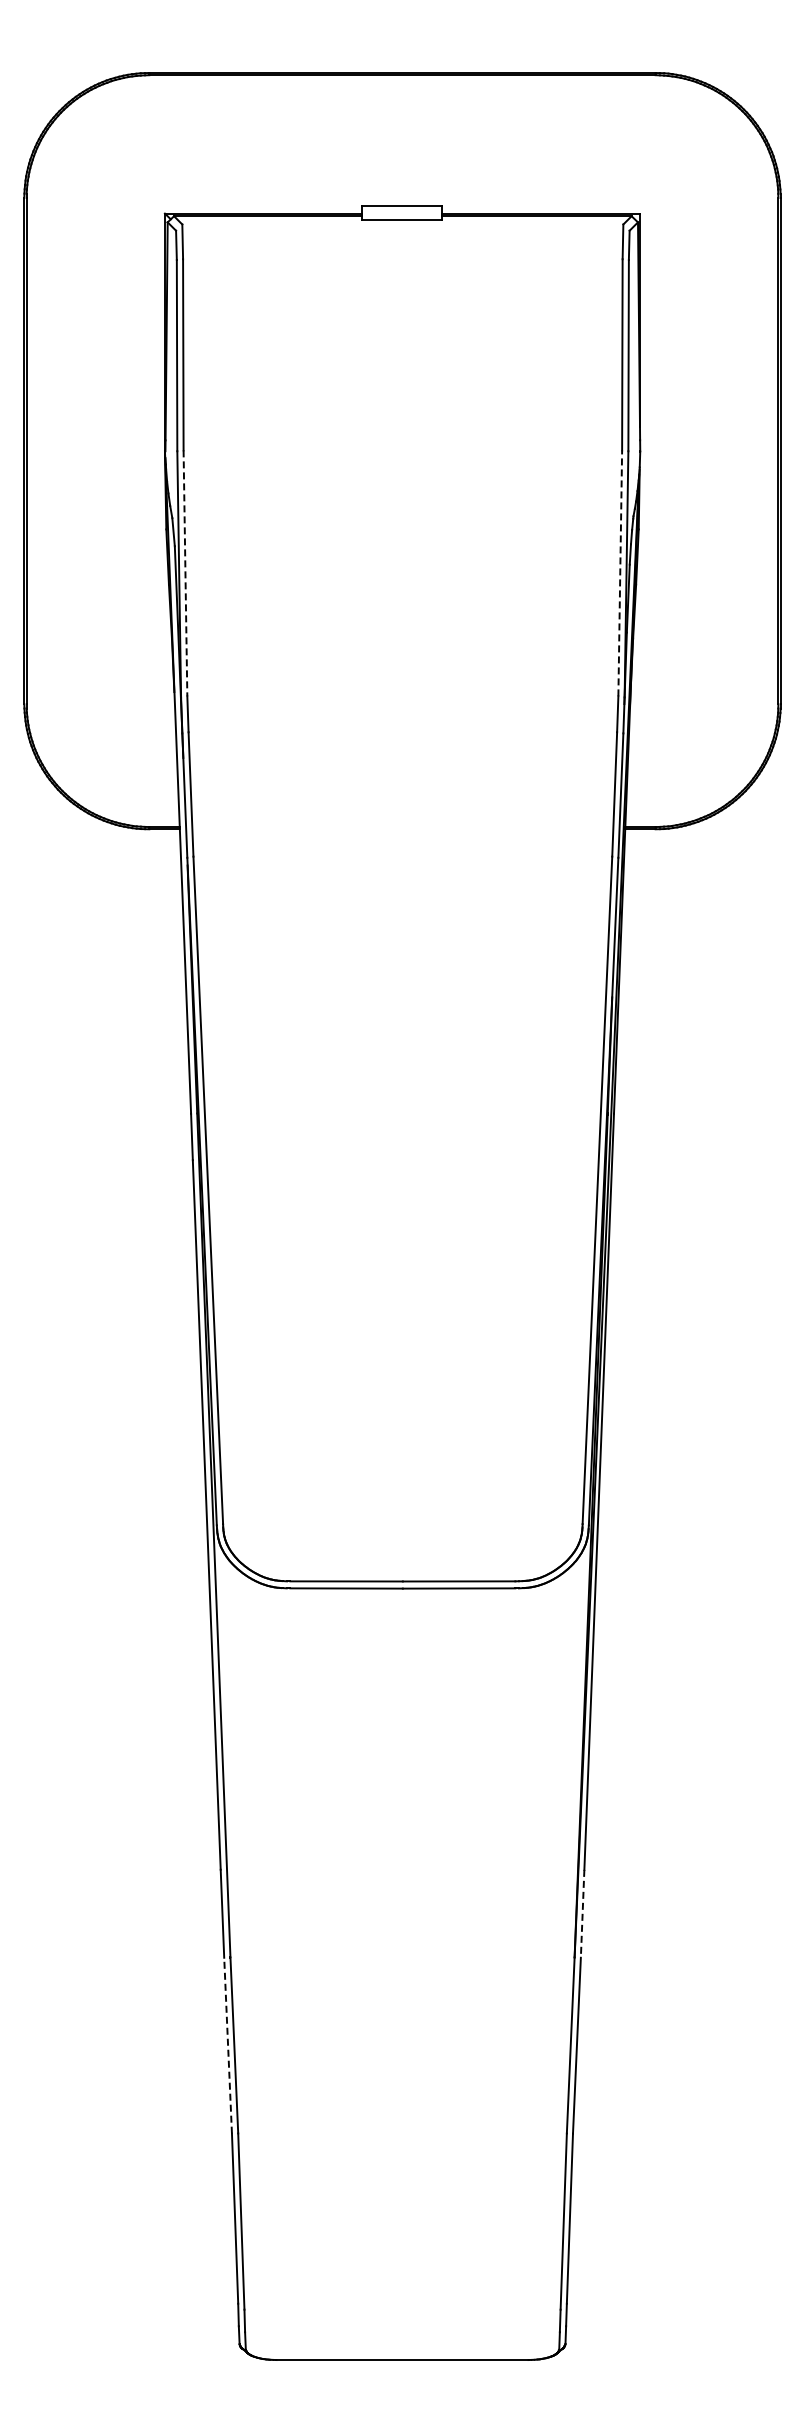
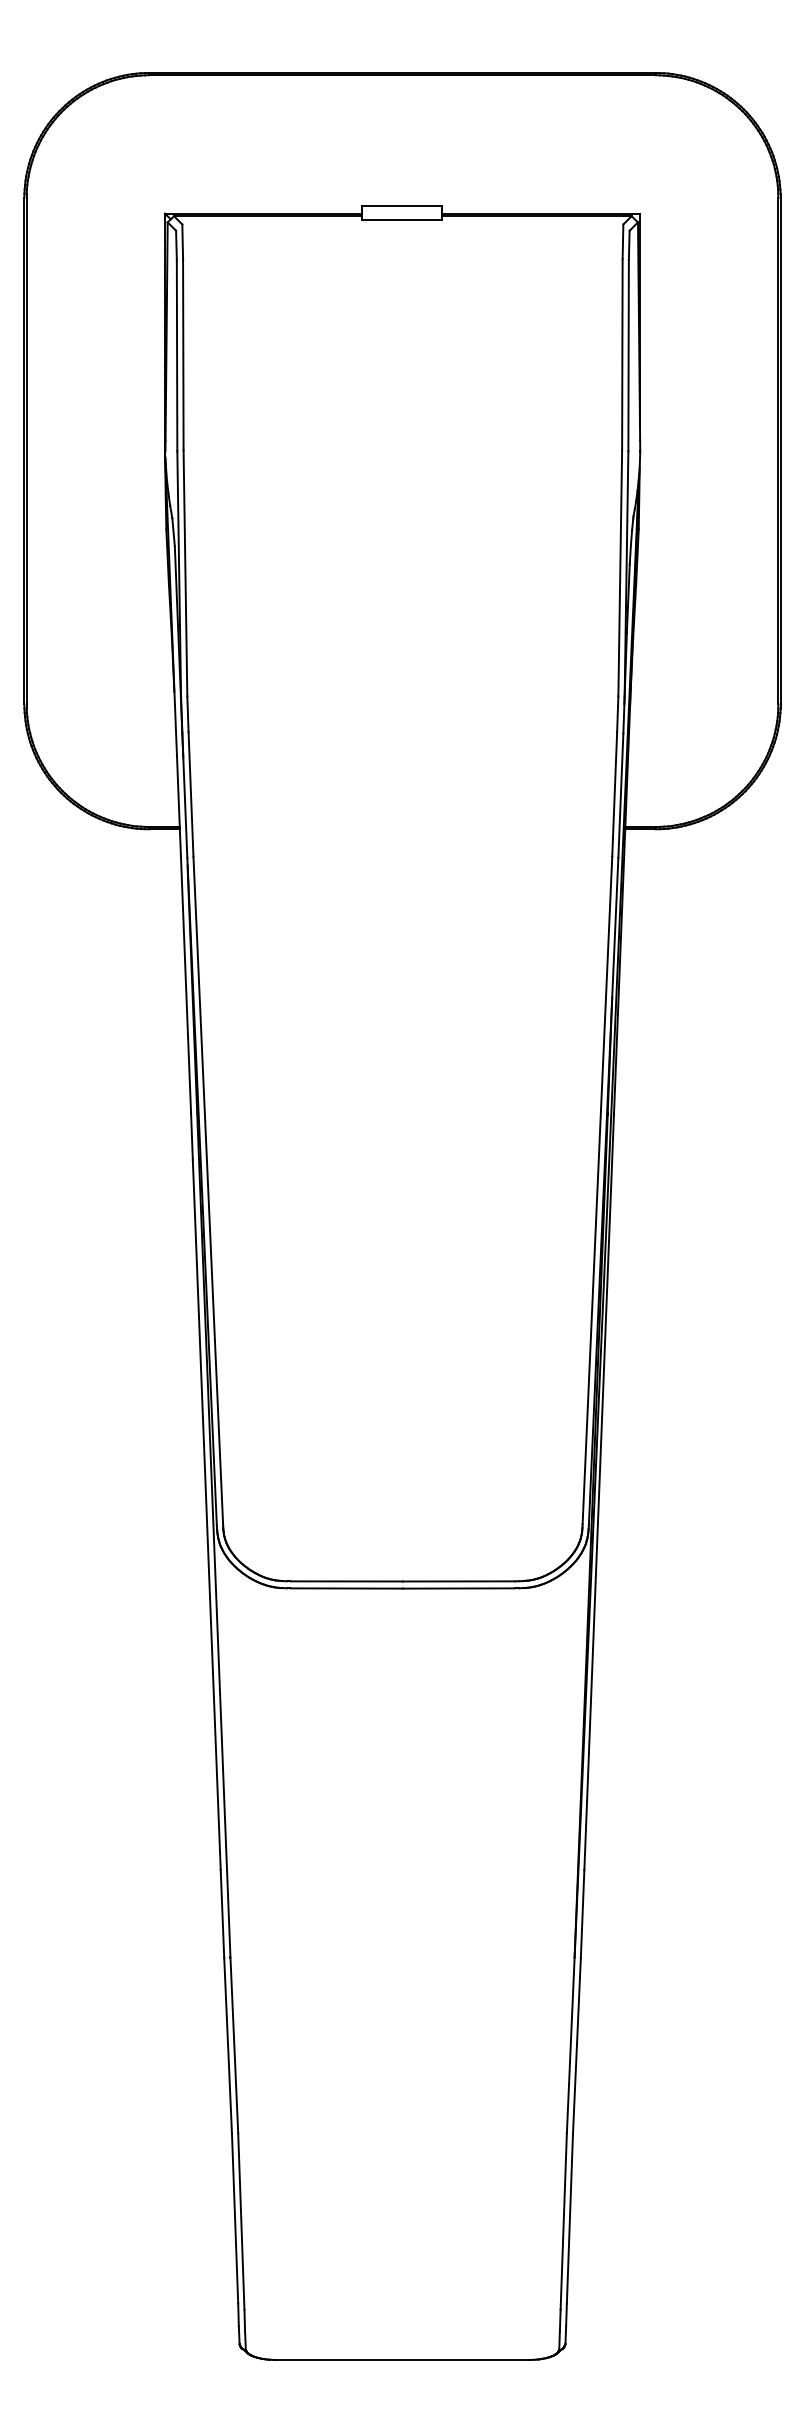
line at (620, 572): dashed -> solid
line at (185, 573): dashed -> solid
line at (582, 1913): dashed -> solid
line at (228, 2045): dashed -> solid
